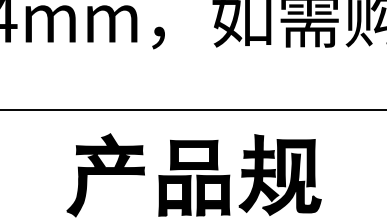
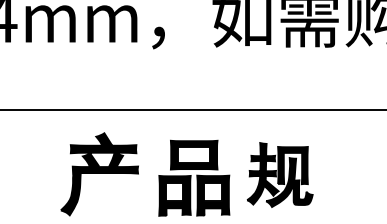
part at (279, 174) size: 84x82 px -> 68x66 px
part at (105, 175) position: (105, 175) -> (99, 174)
